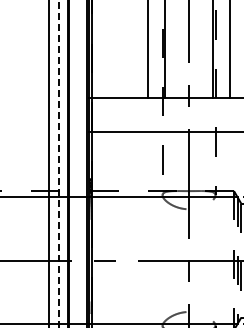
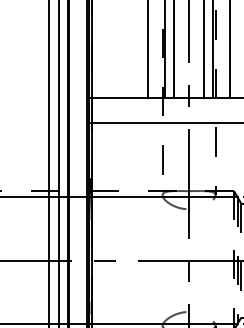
line at (174, 50): none -> present
line at (203, 50): none -> present
line at (164, 132) position: (164, 132) -> (164, 123)
line at (58, 163): dashed -> solid
